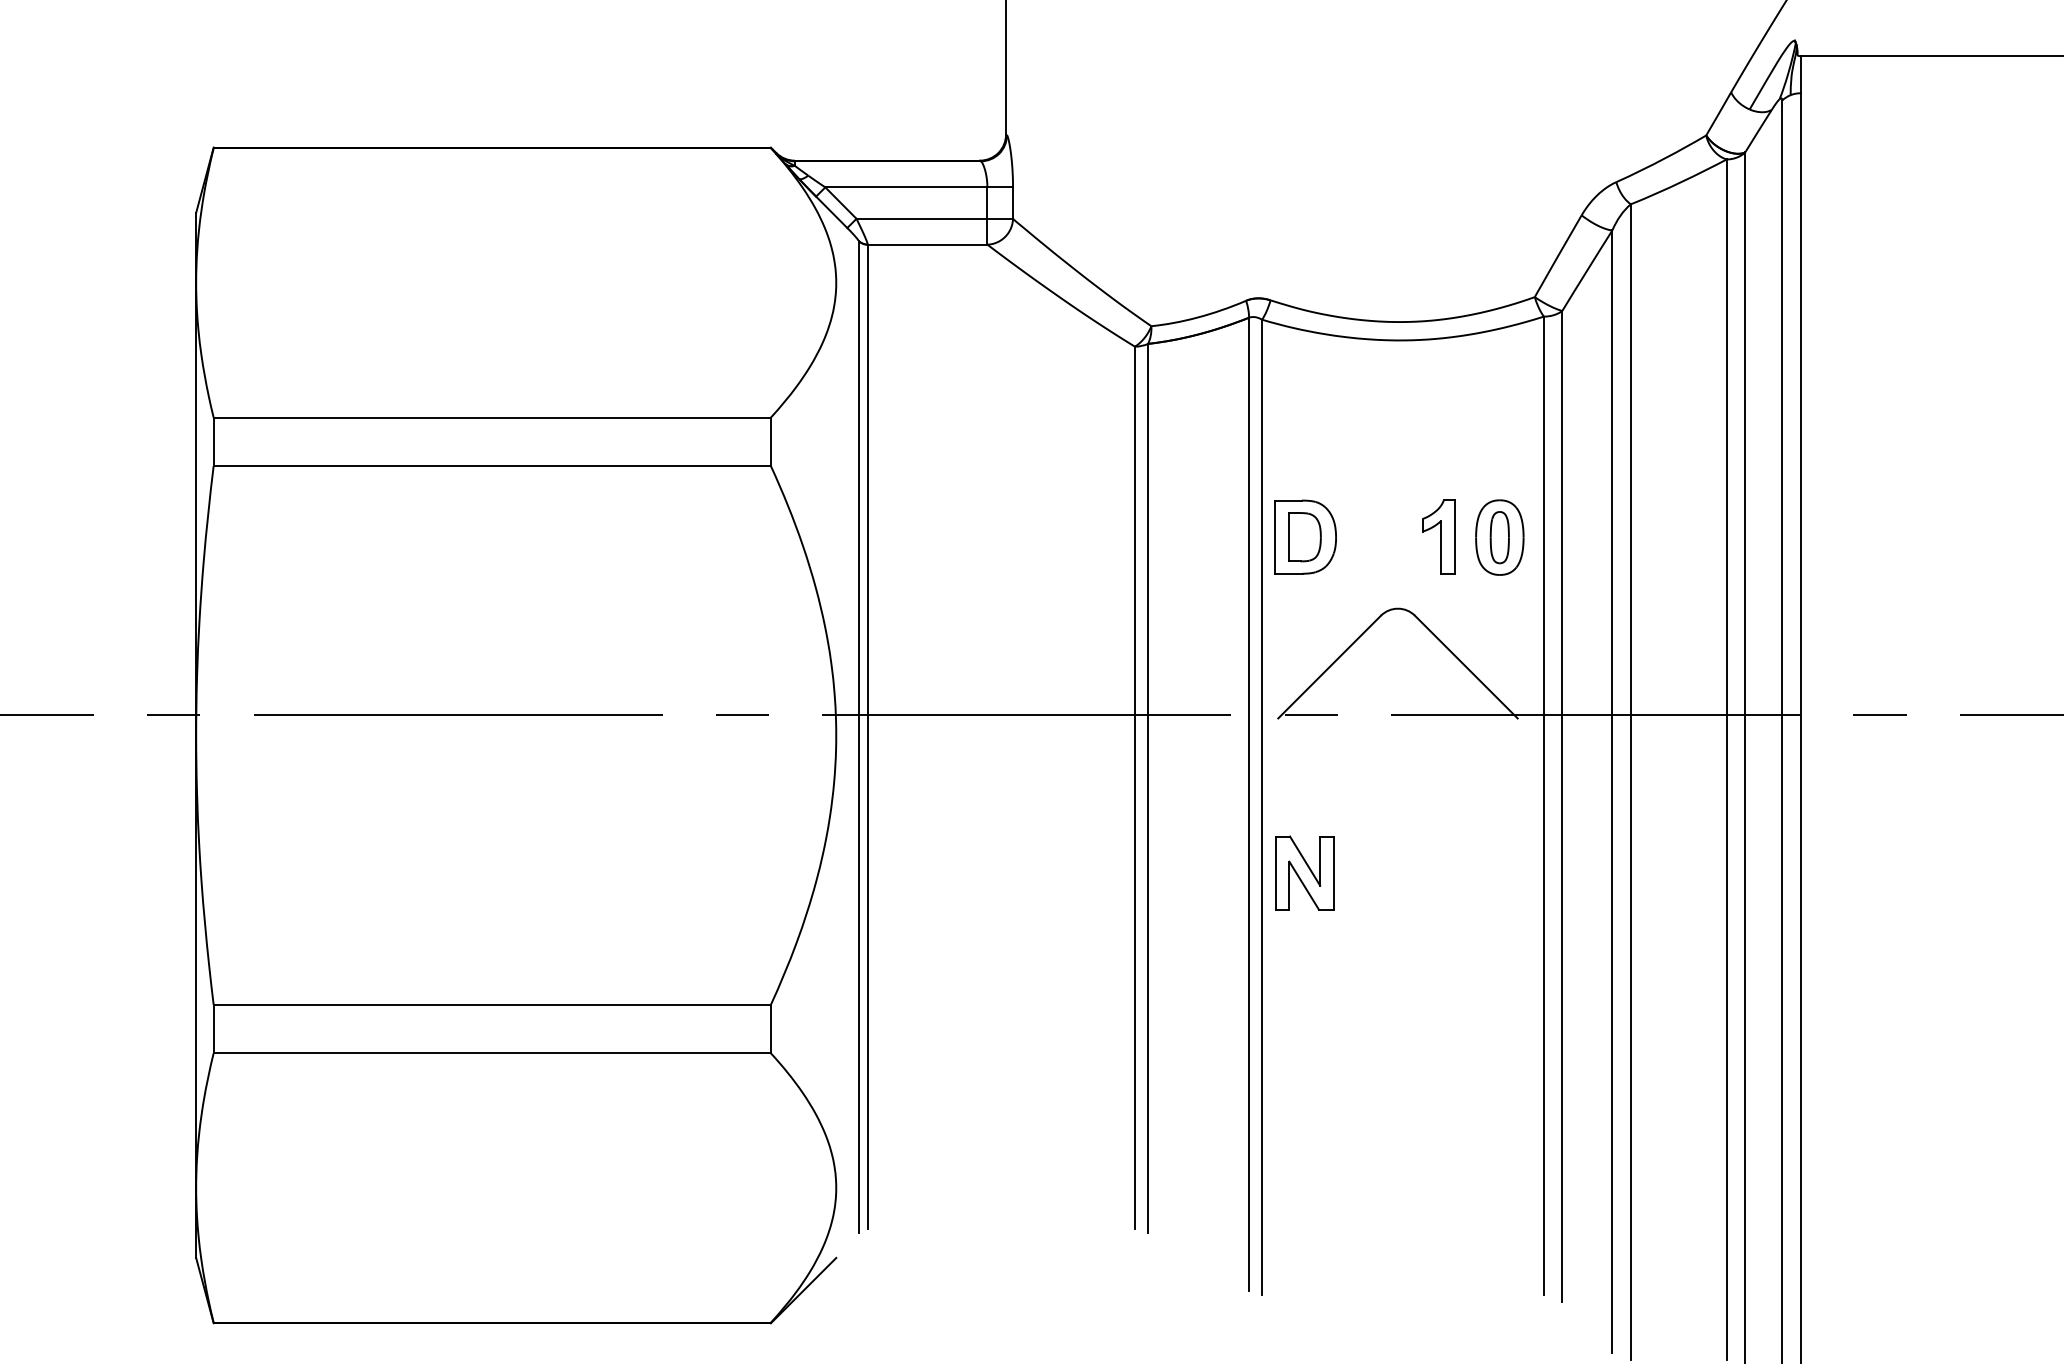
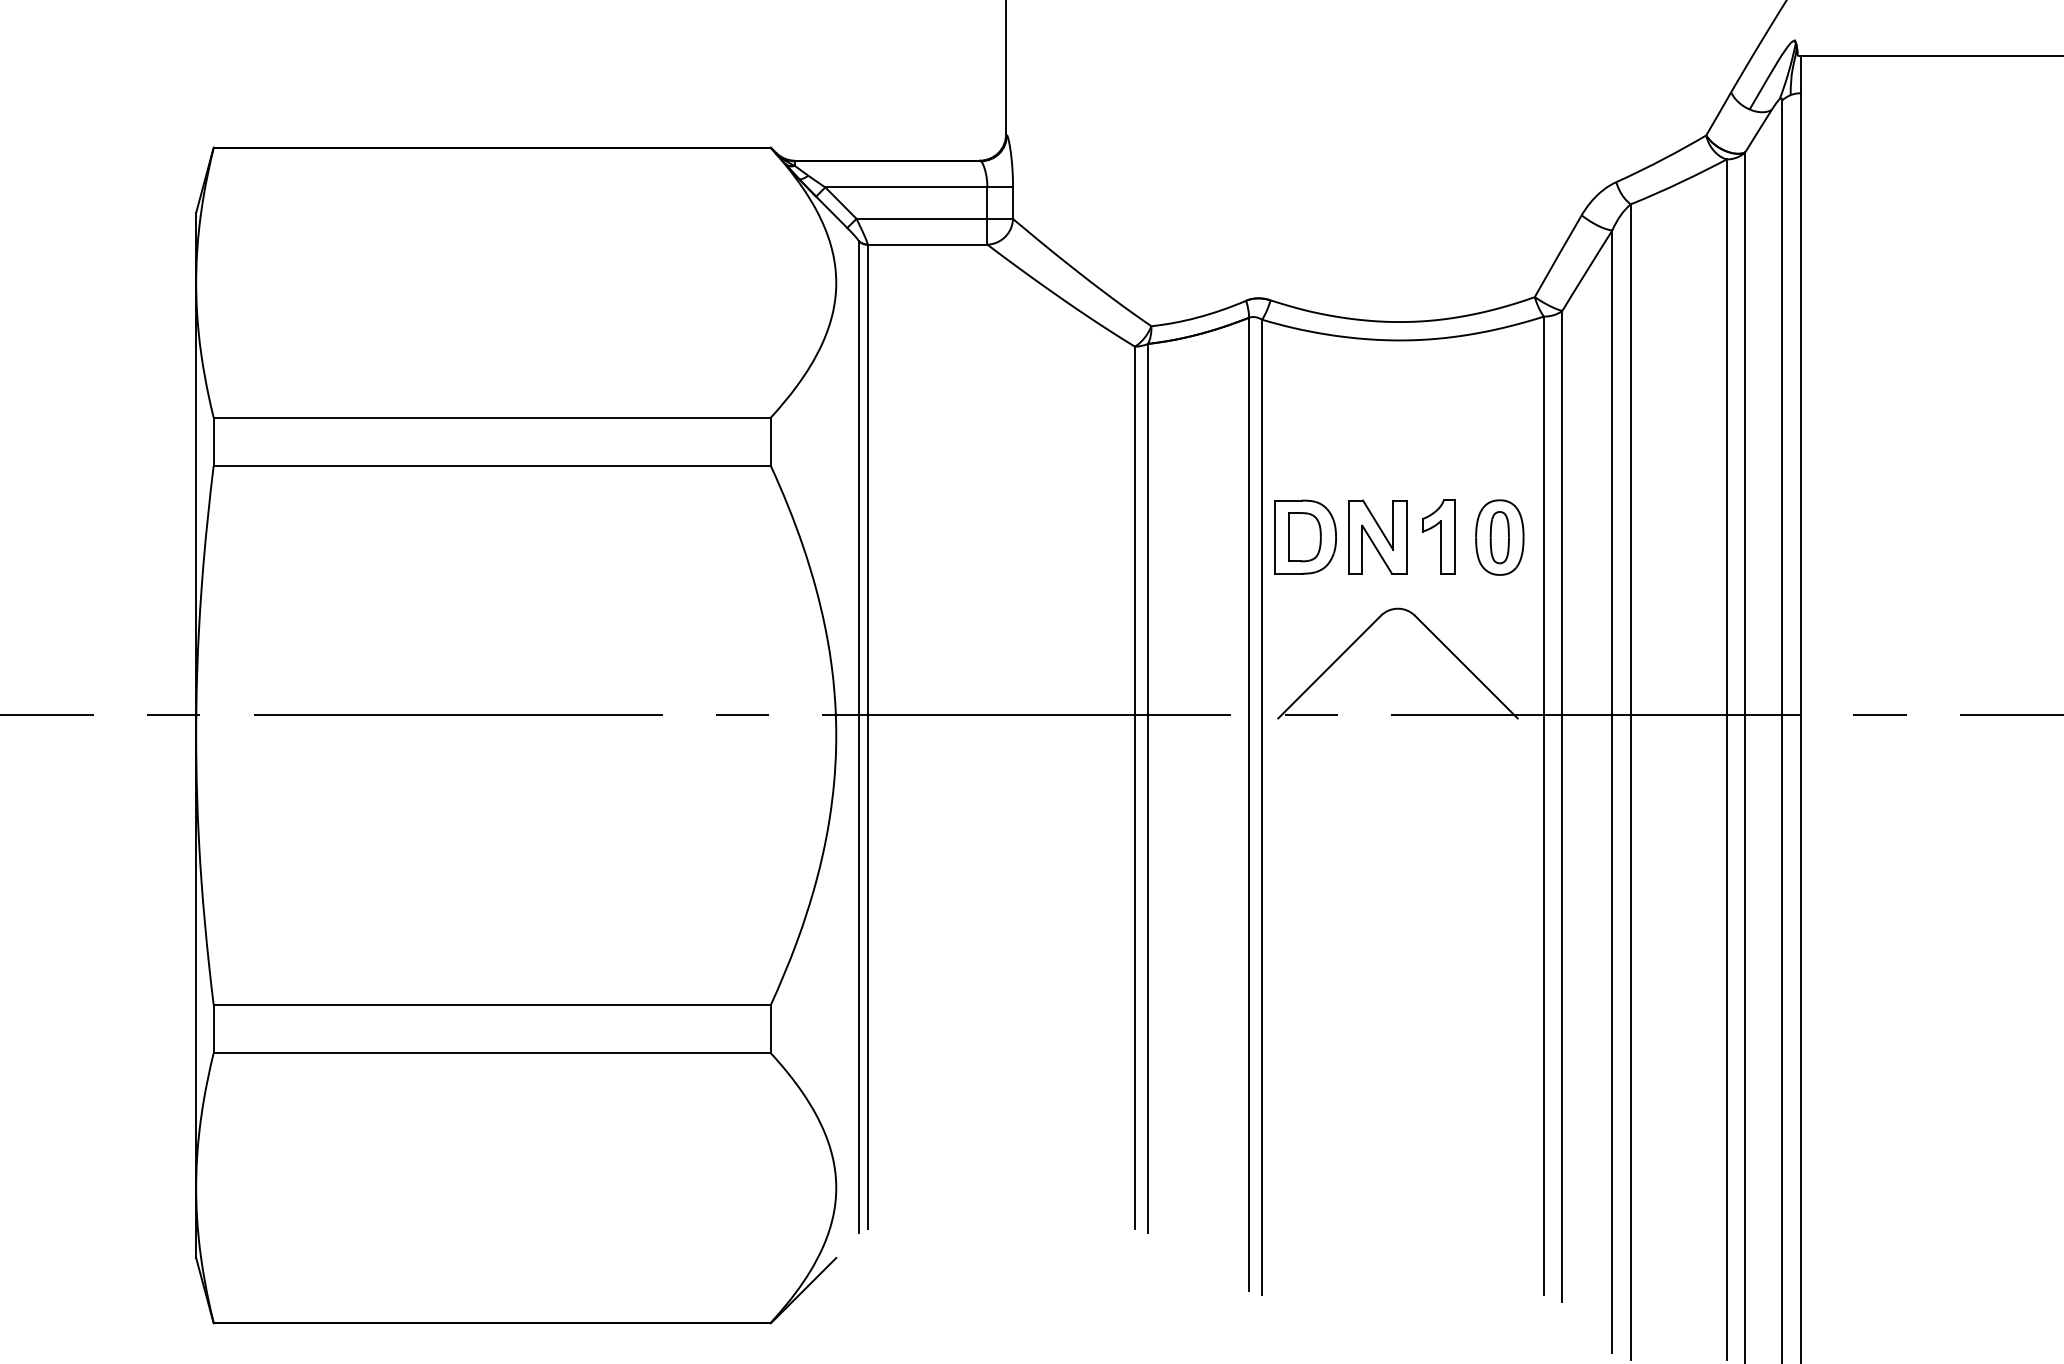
part at (1304, 872) position: (1304, 872) -> (1377, 536)
